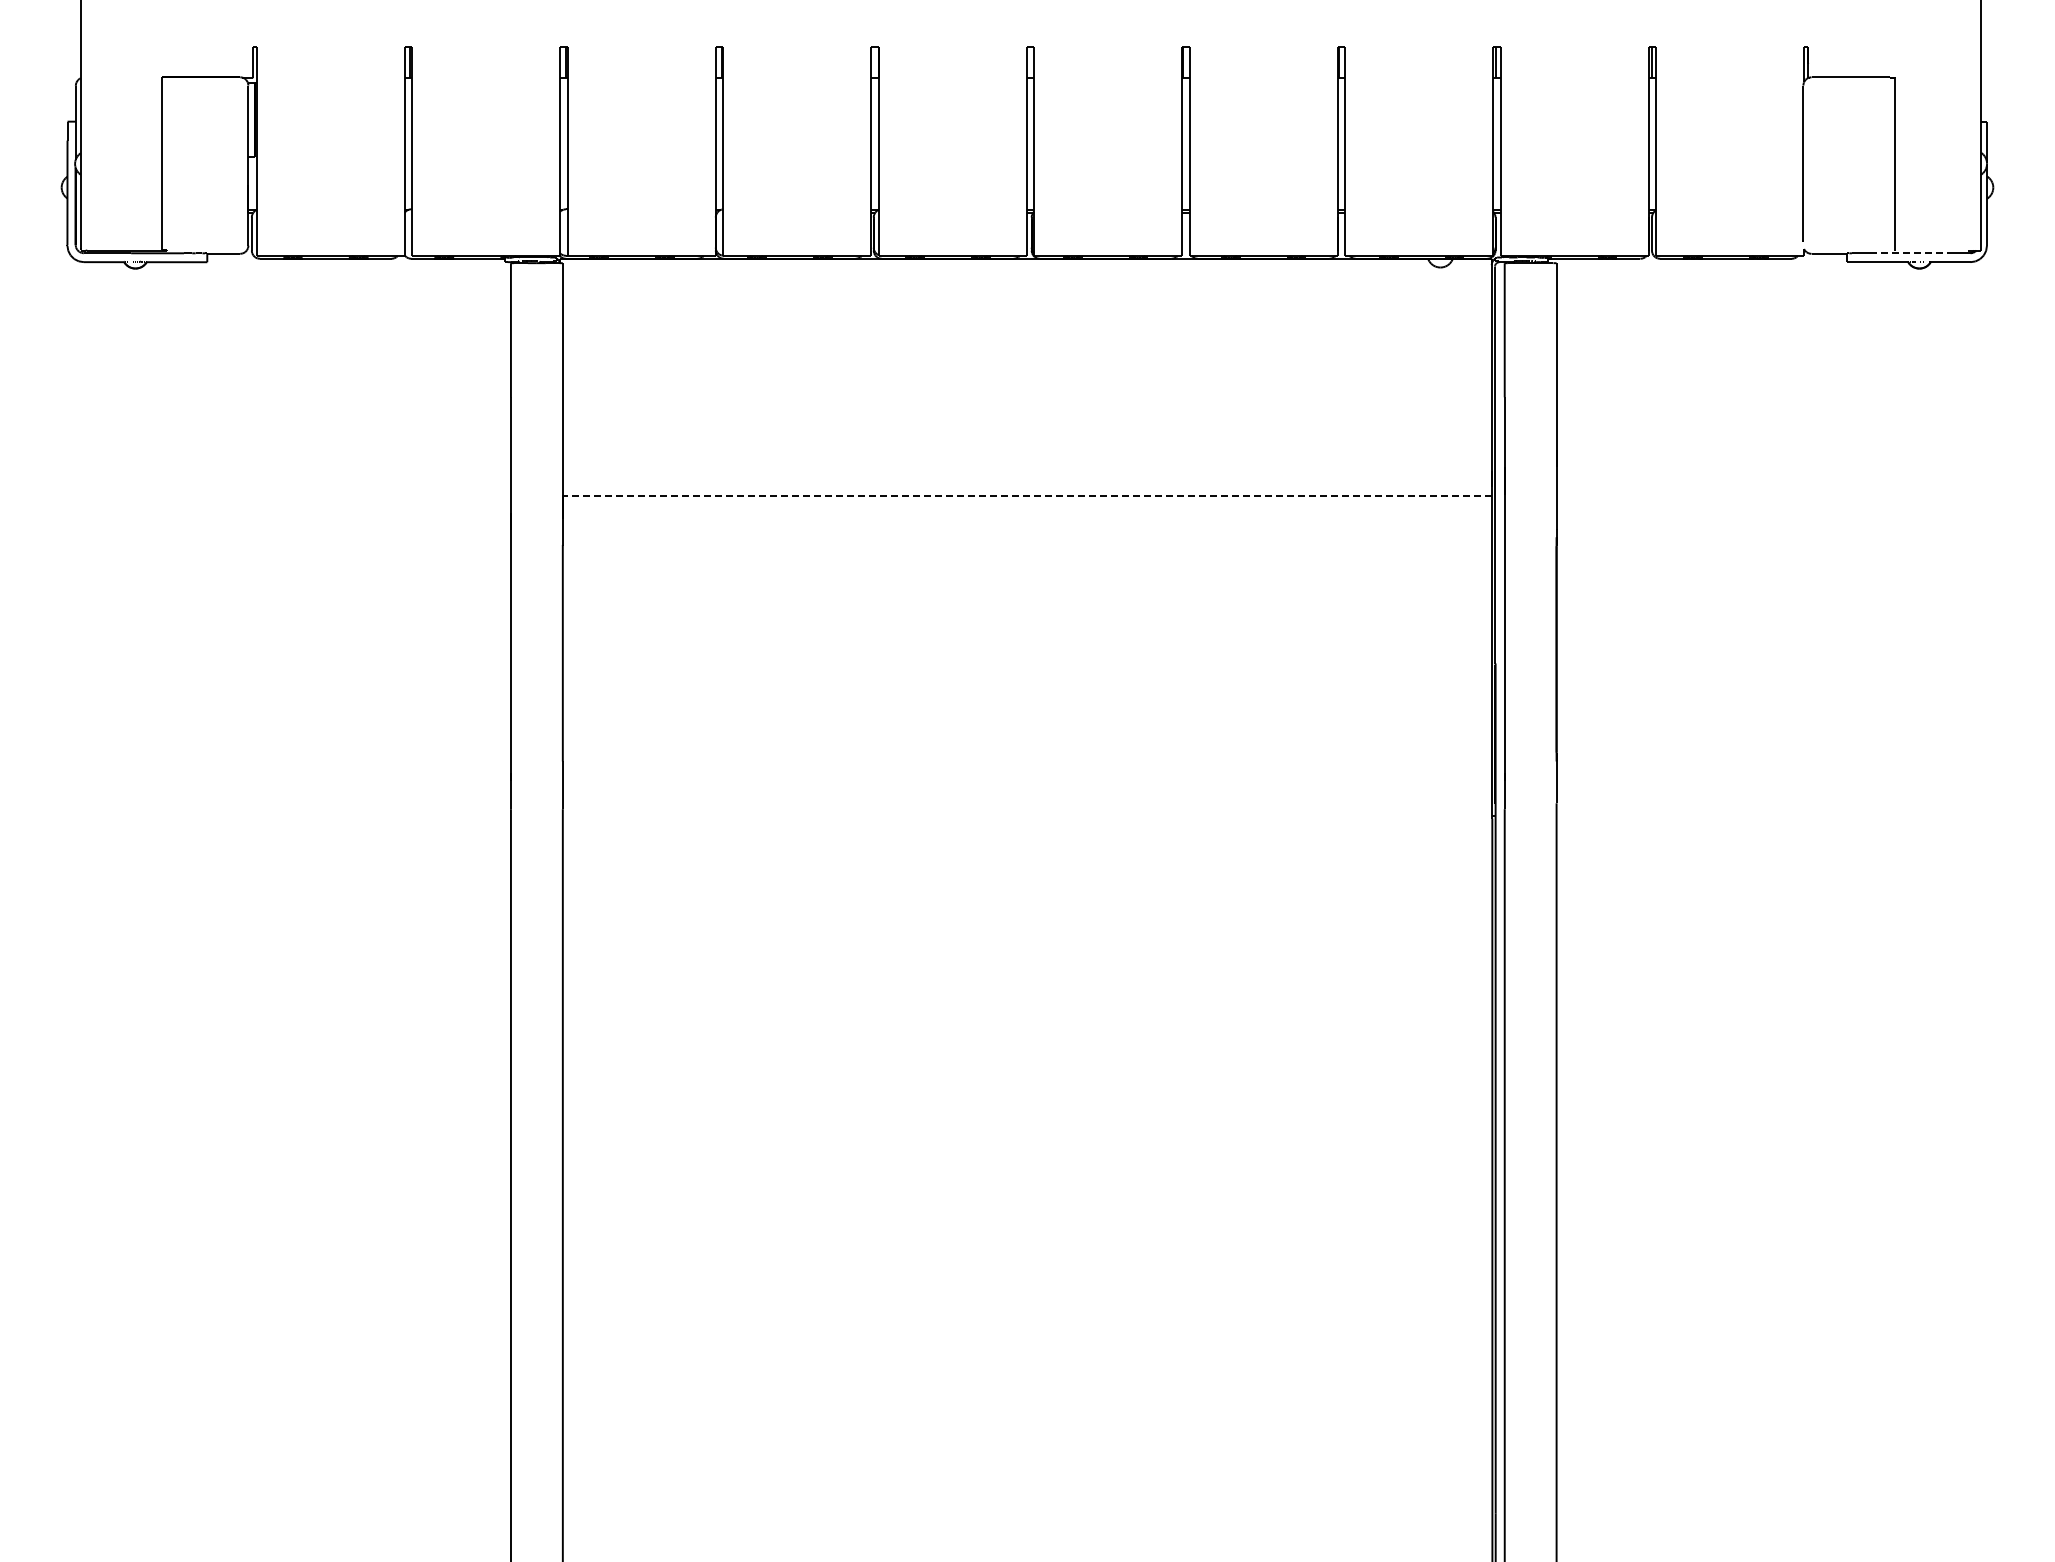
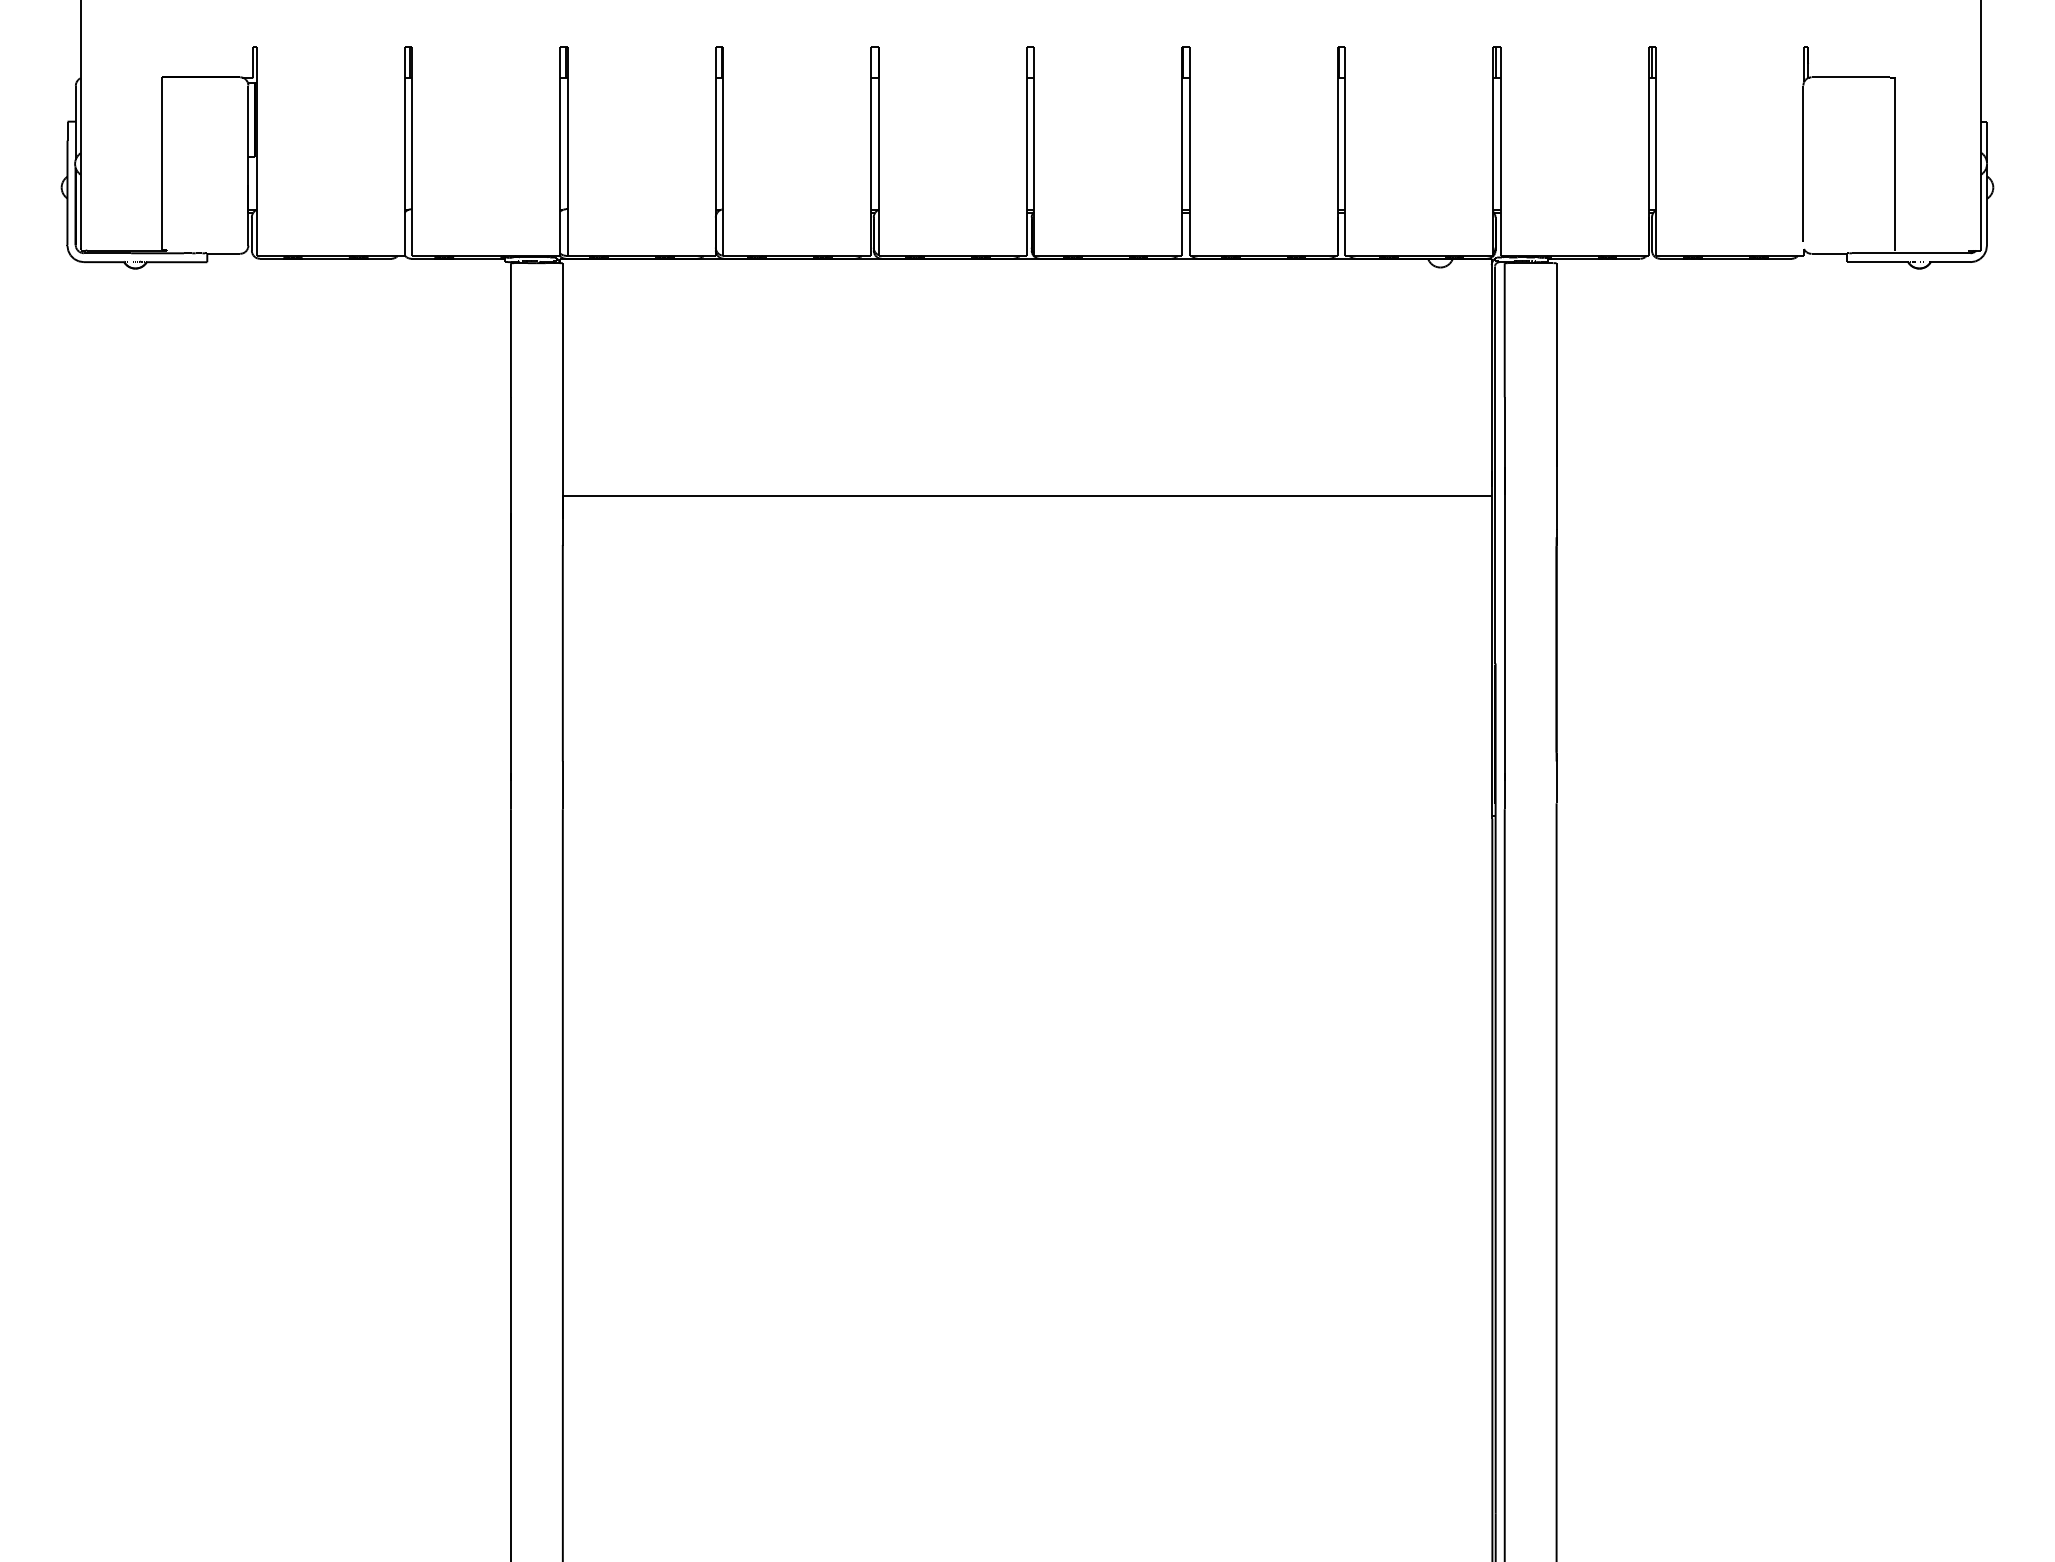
line at (1912, 253): dashed -> solid
line at (1026, 496): dashed -> solid
